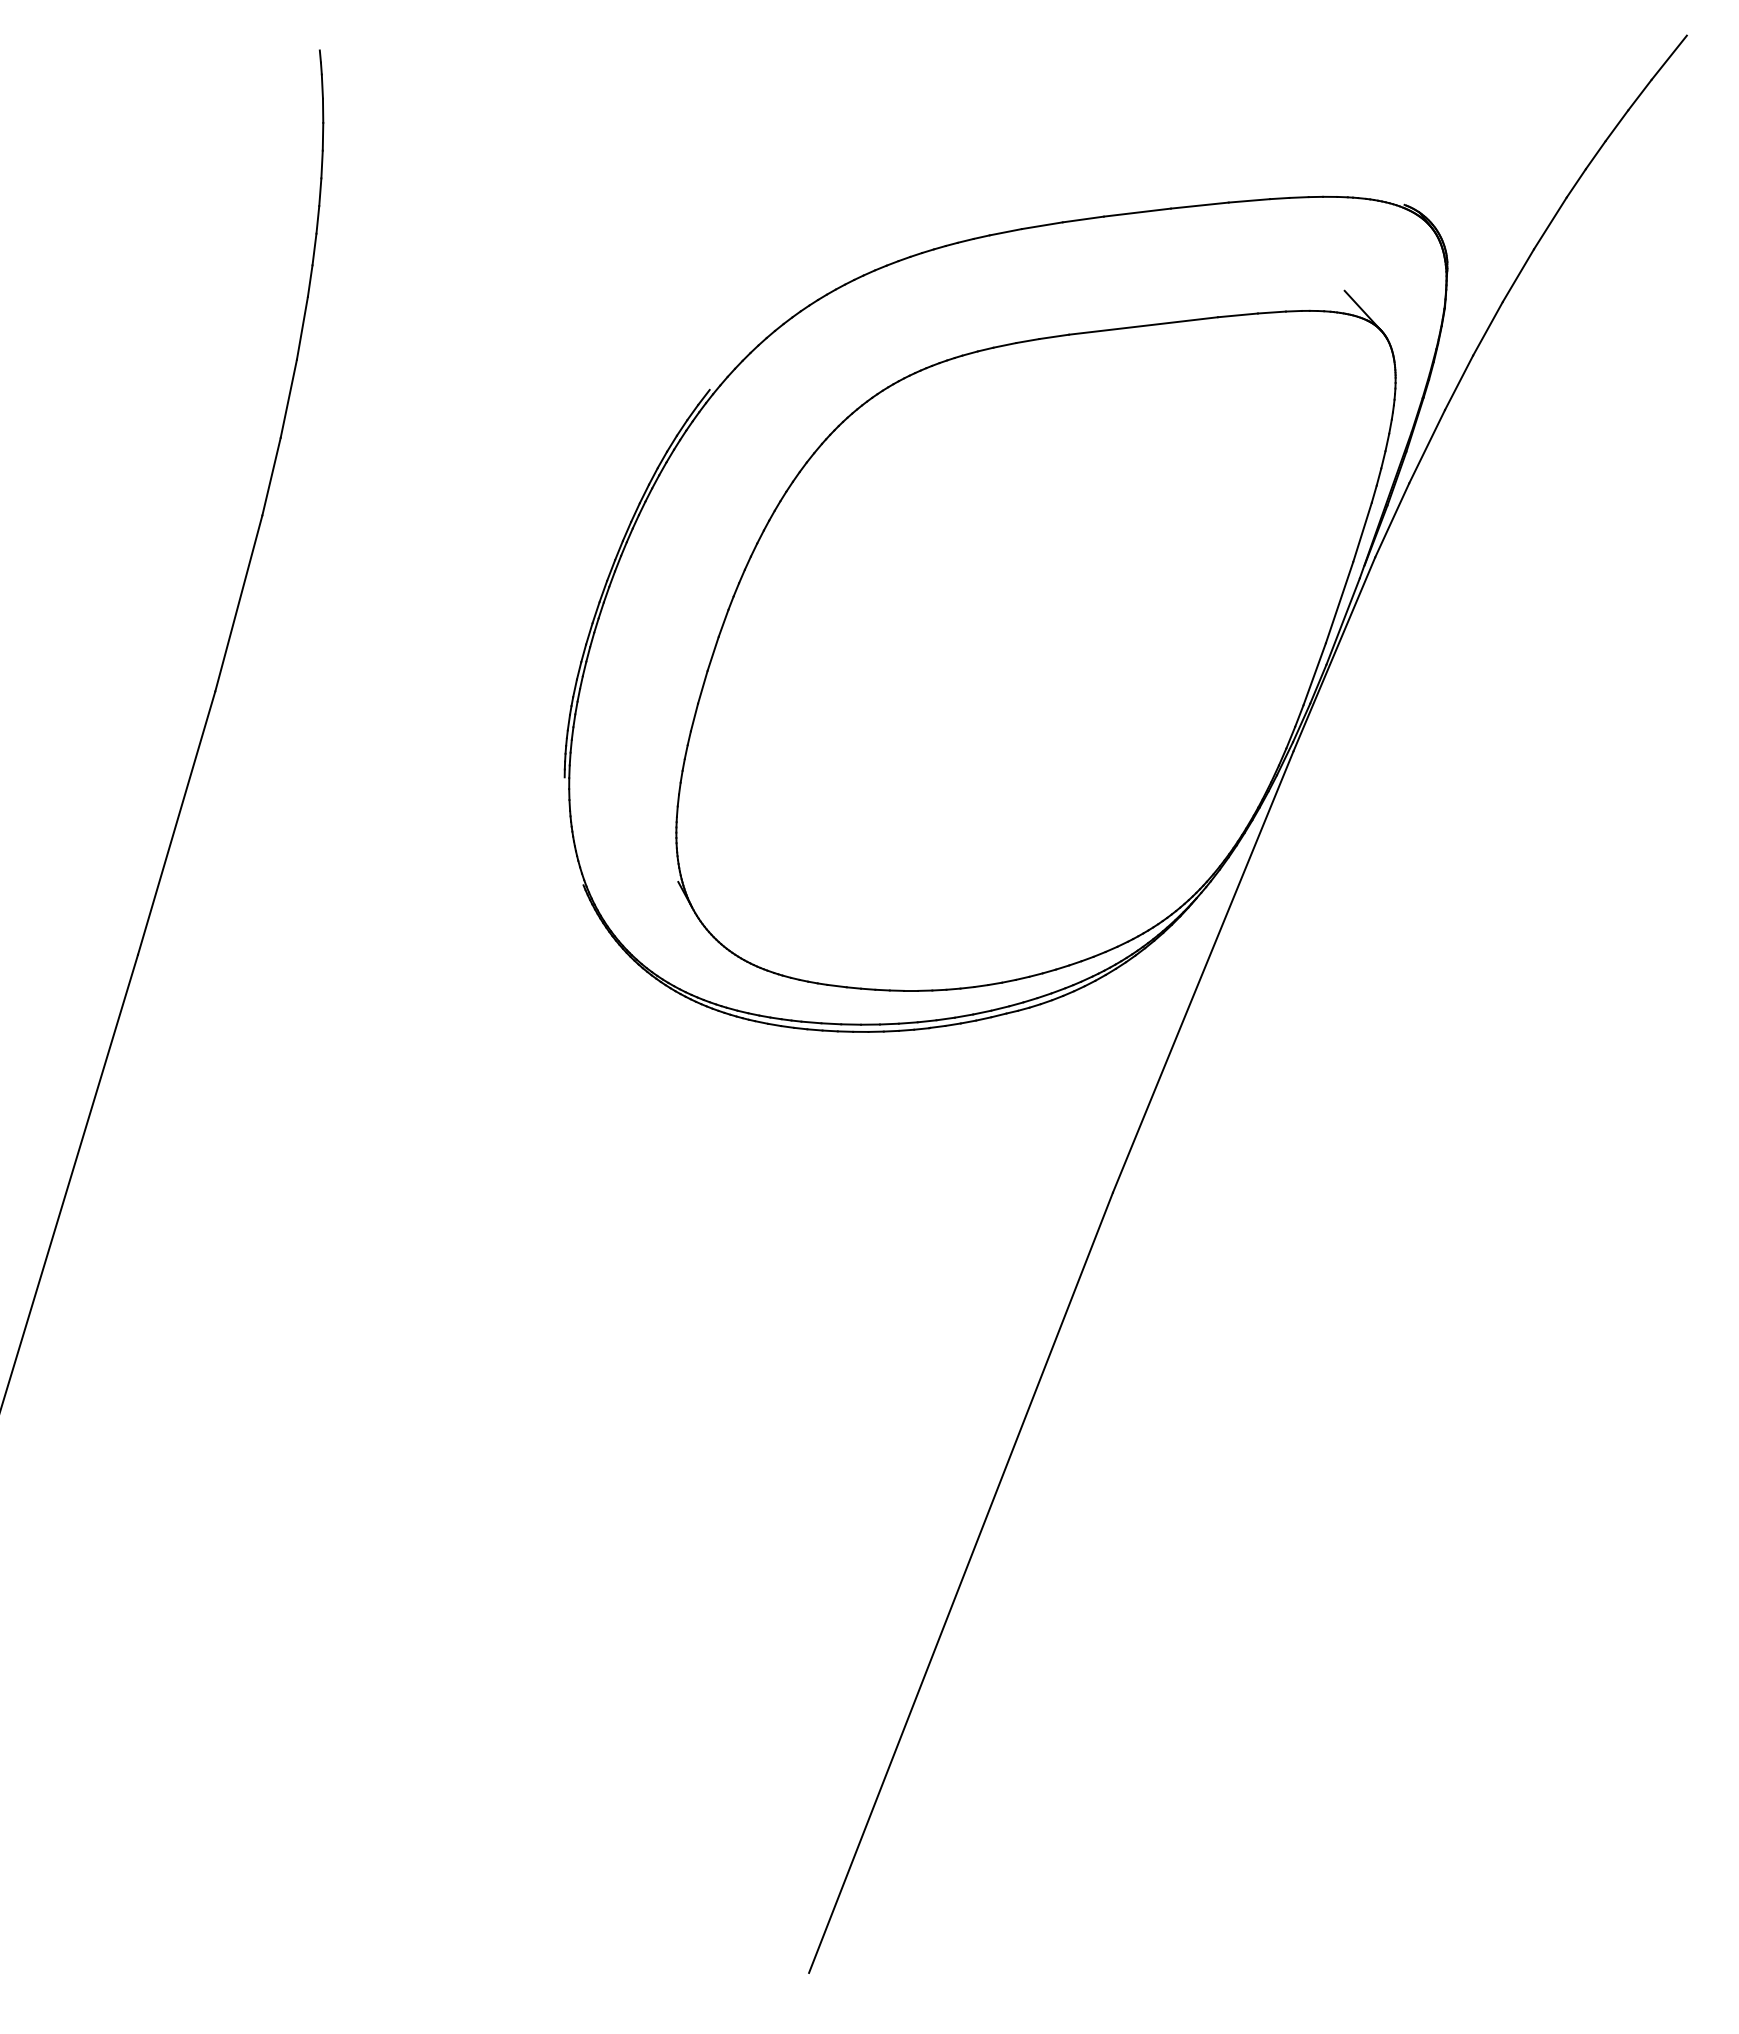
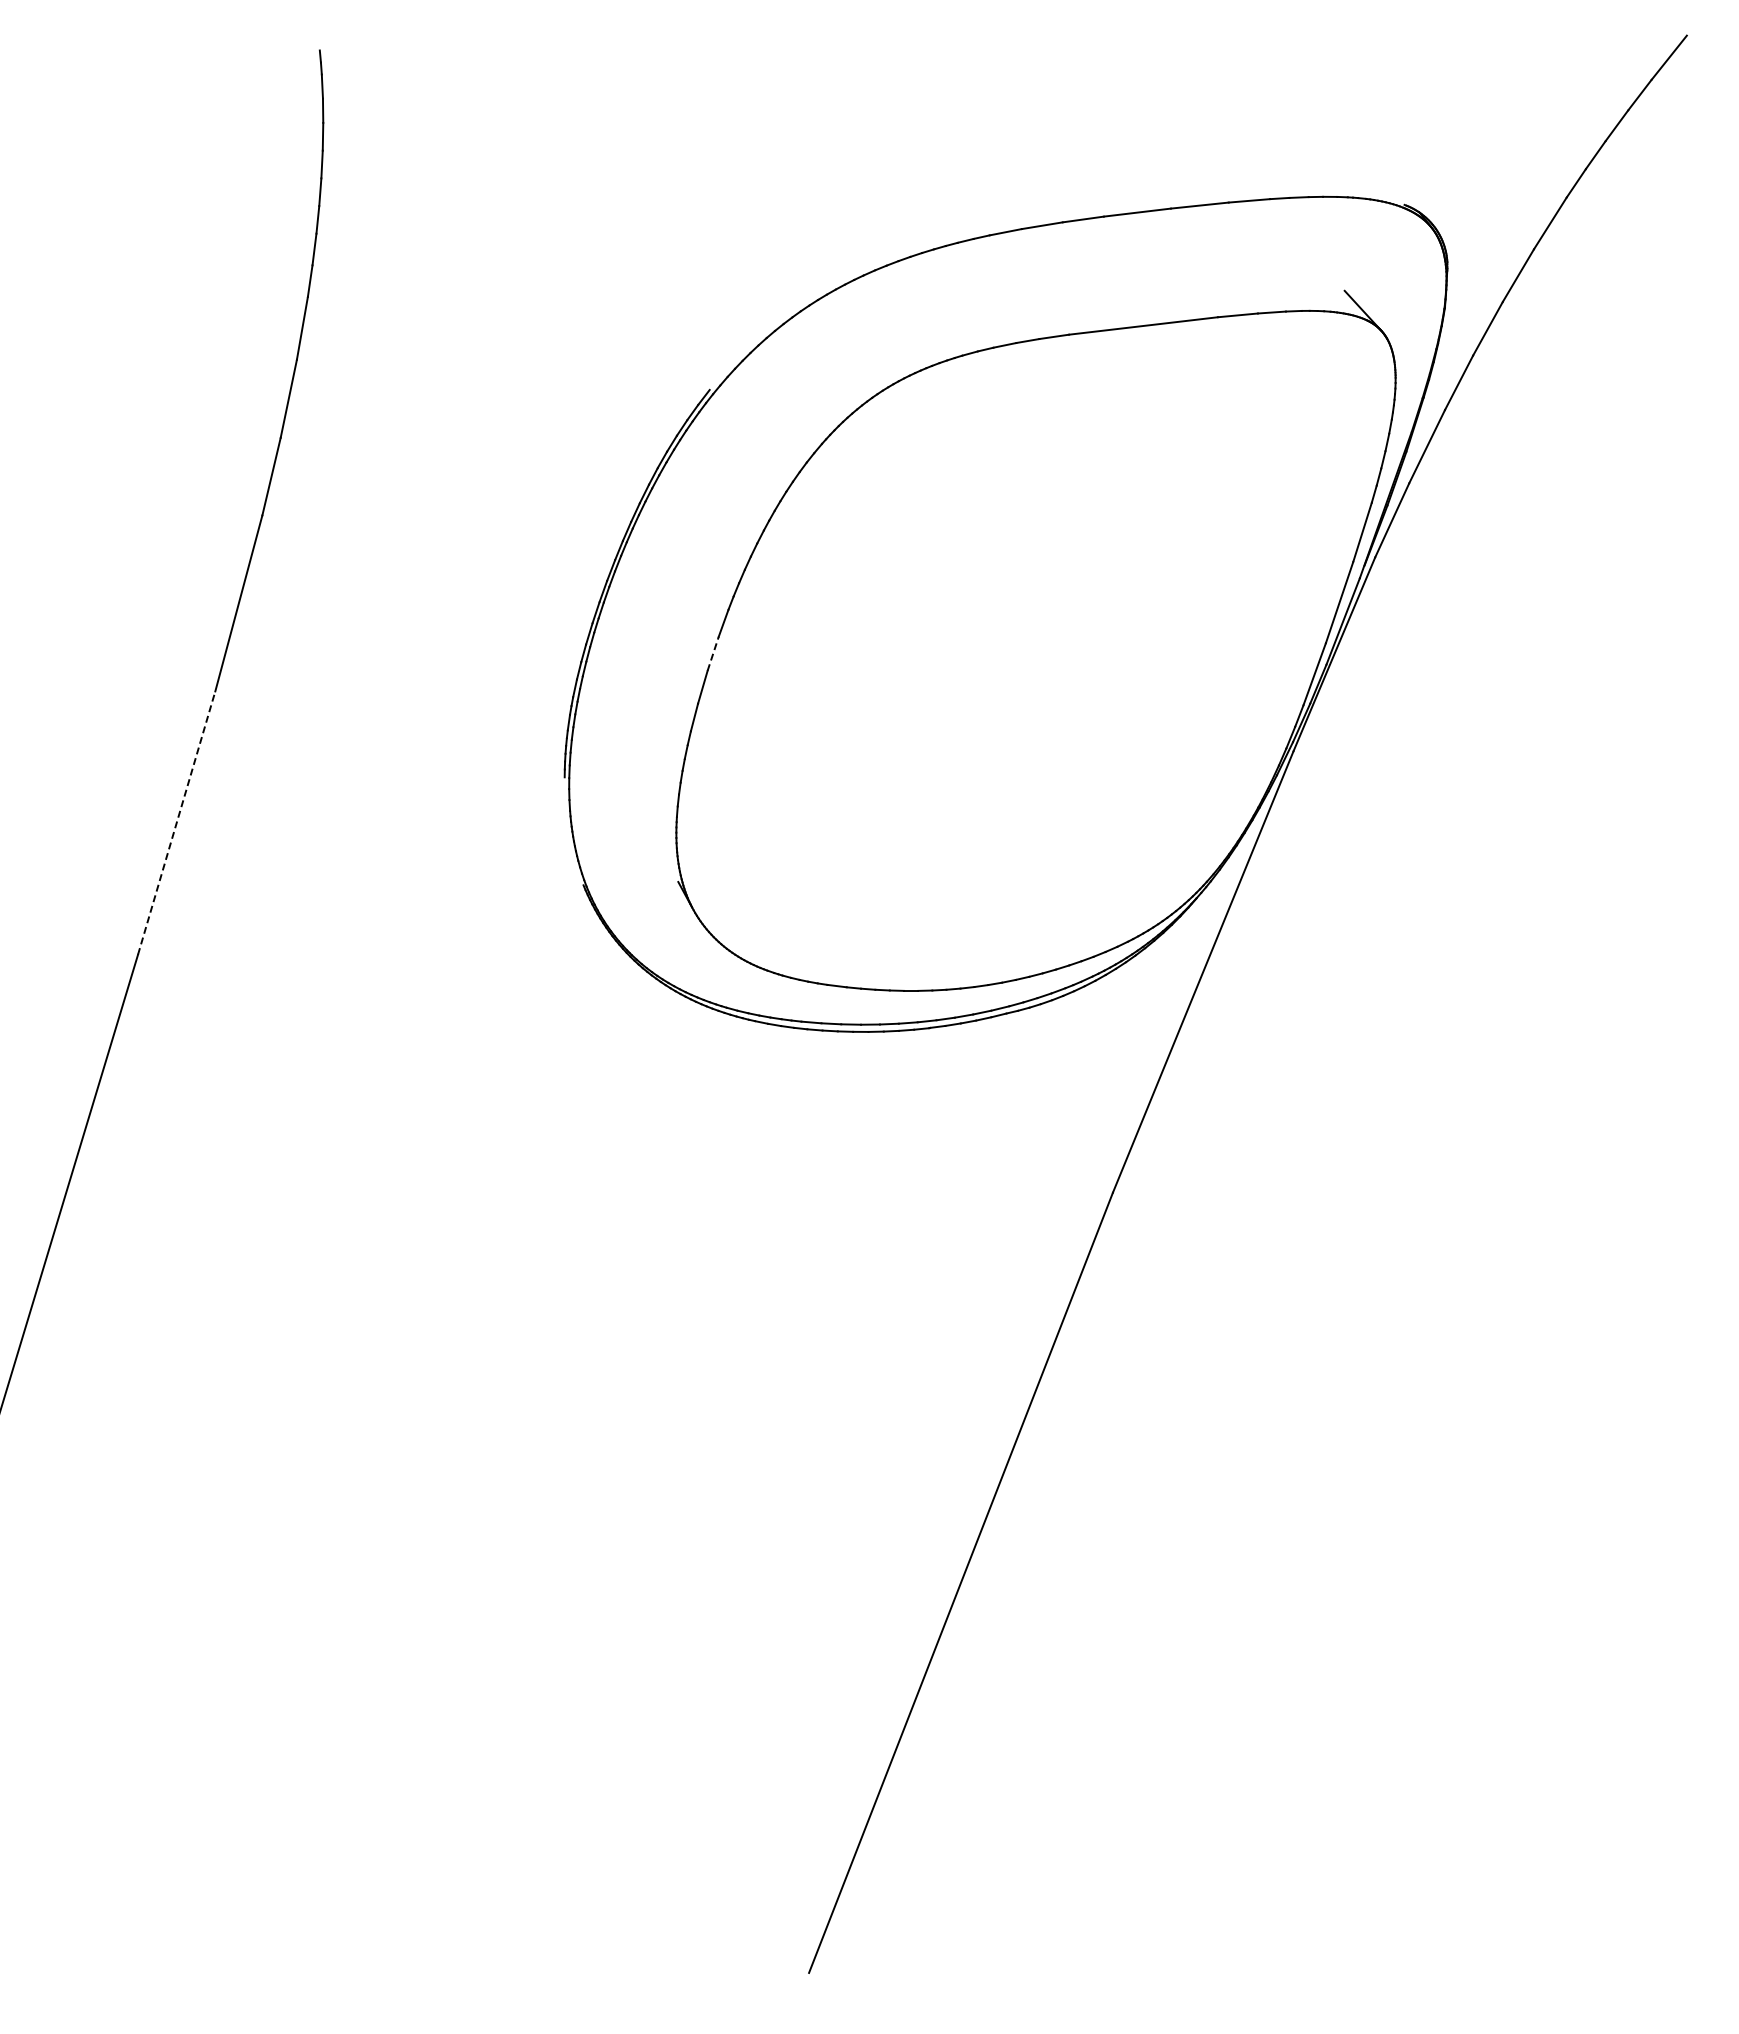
line at (713, 653): solid -> dashed
line at (176, 822): solid -> dashed
